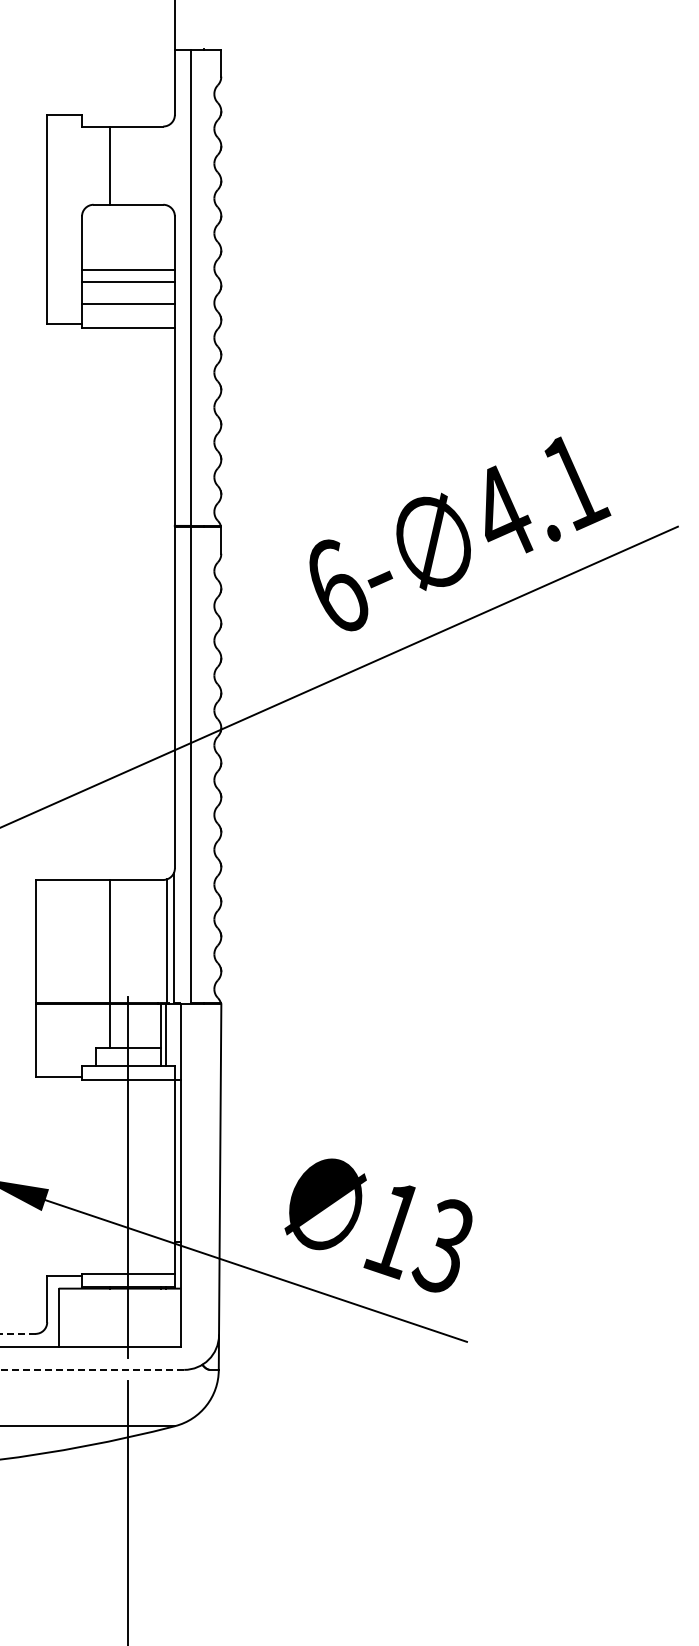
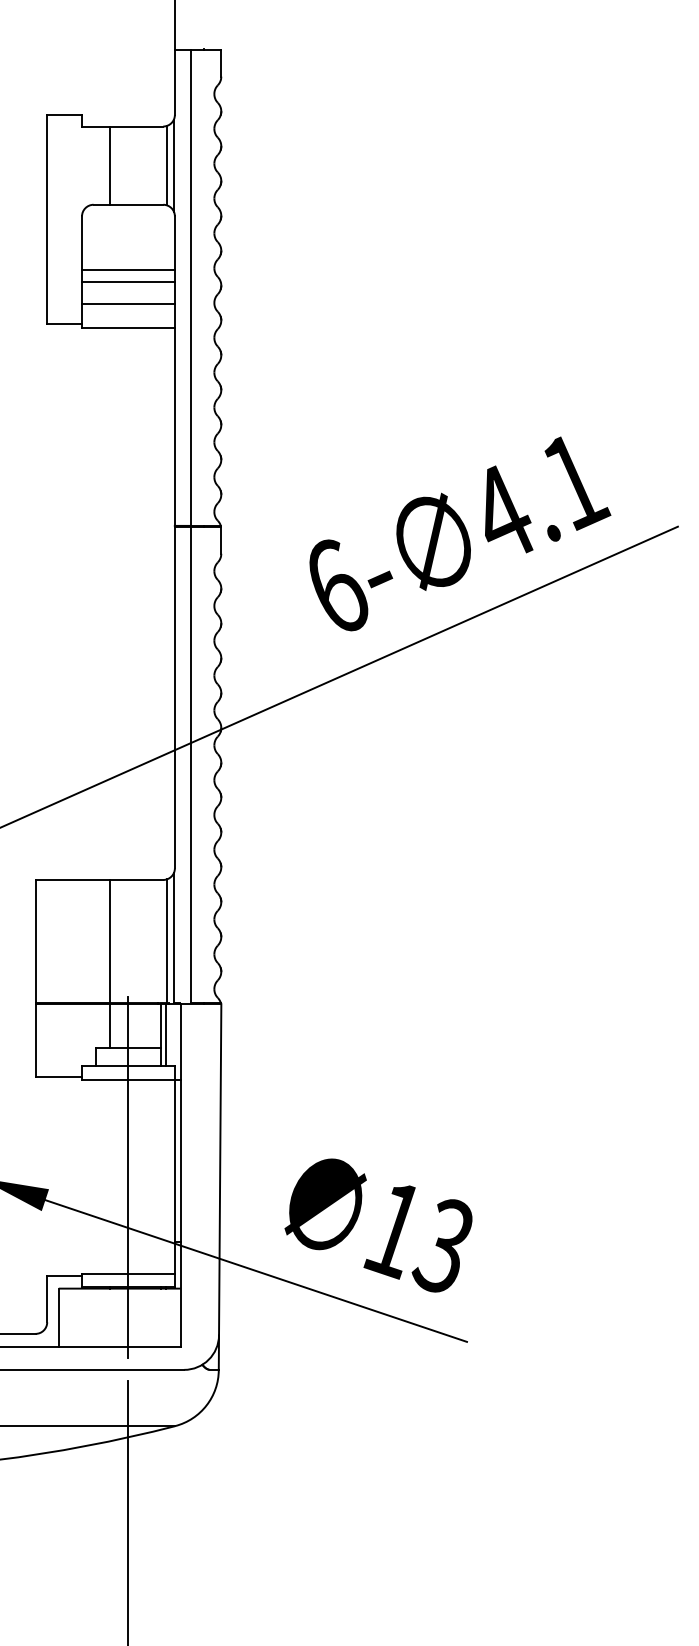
line at (167, 165): none -> present
line at (173, 165): none -> present
line at (17, 1333): dashed -> solid
line at (92, 1369): dashed -> solid
